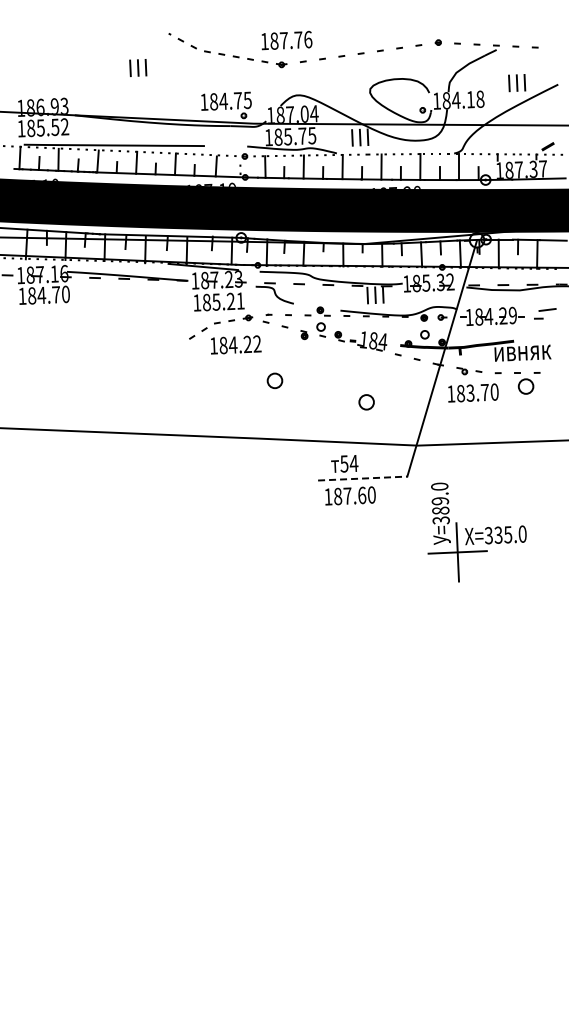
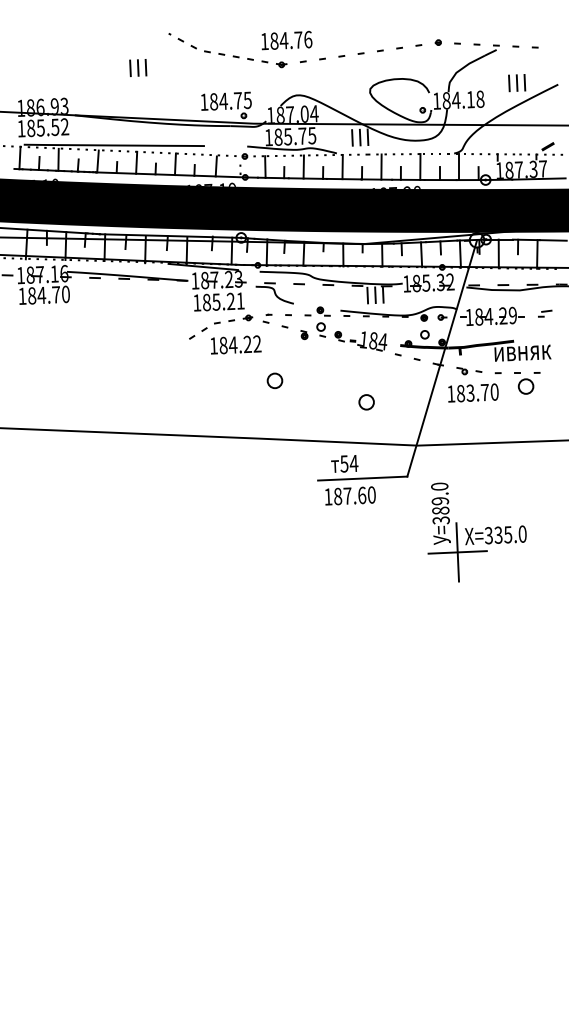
text at (283, 40): 187.76 -> 184.76
part at (545, 313) size: 23x12 px -> 15x9 px
line at (362, 478): dashed -> solid
